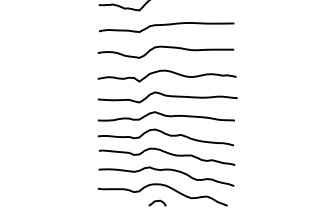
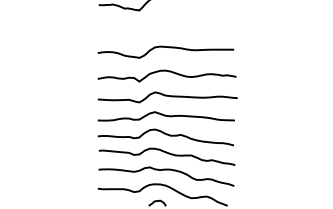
curve at (166, 25): present -> none
